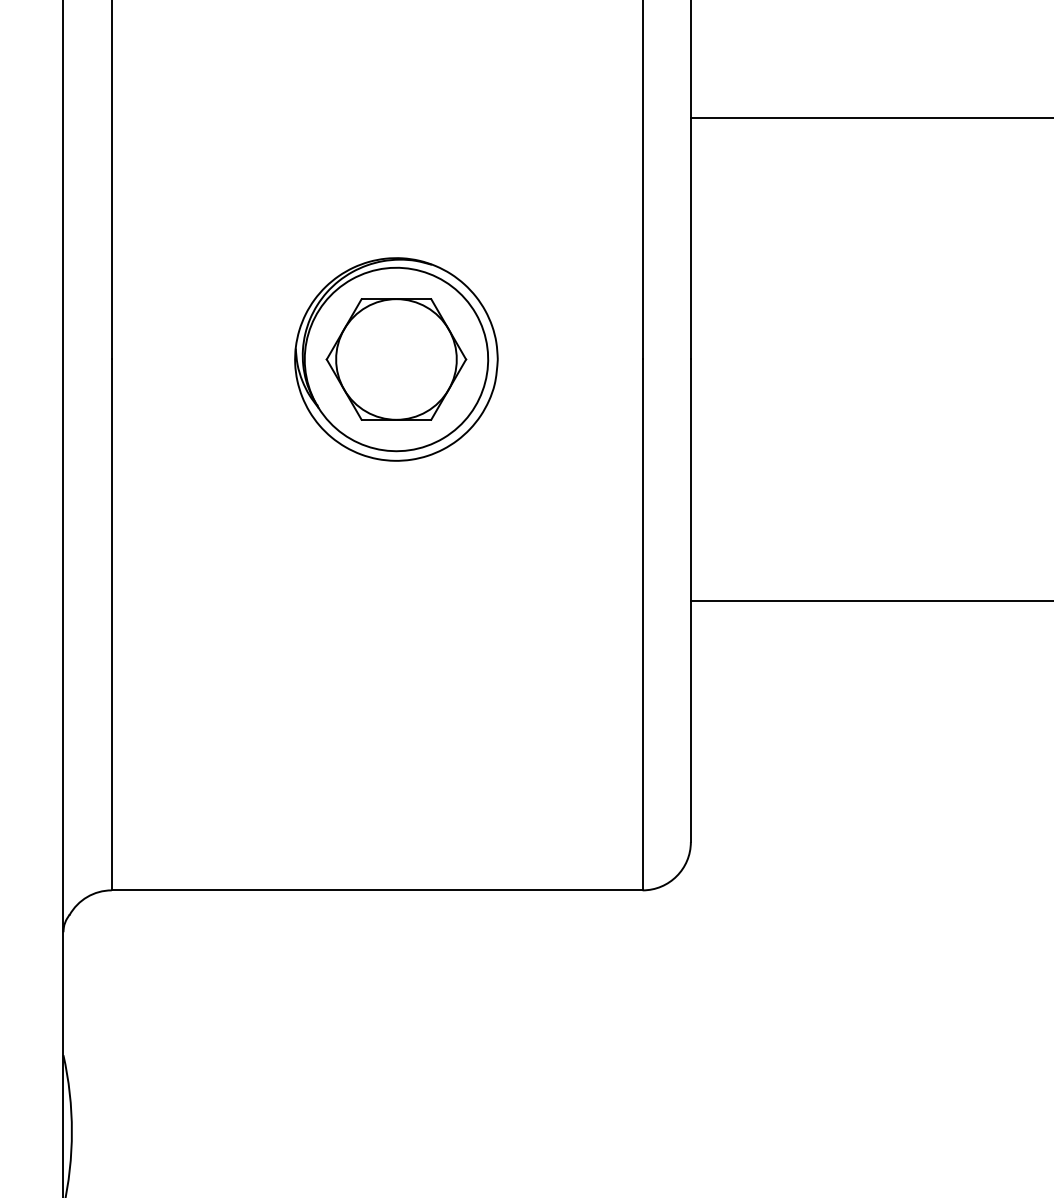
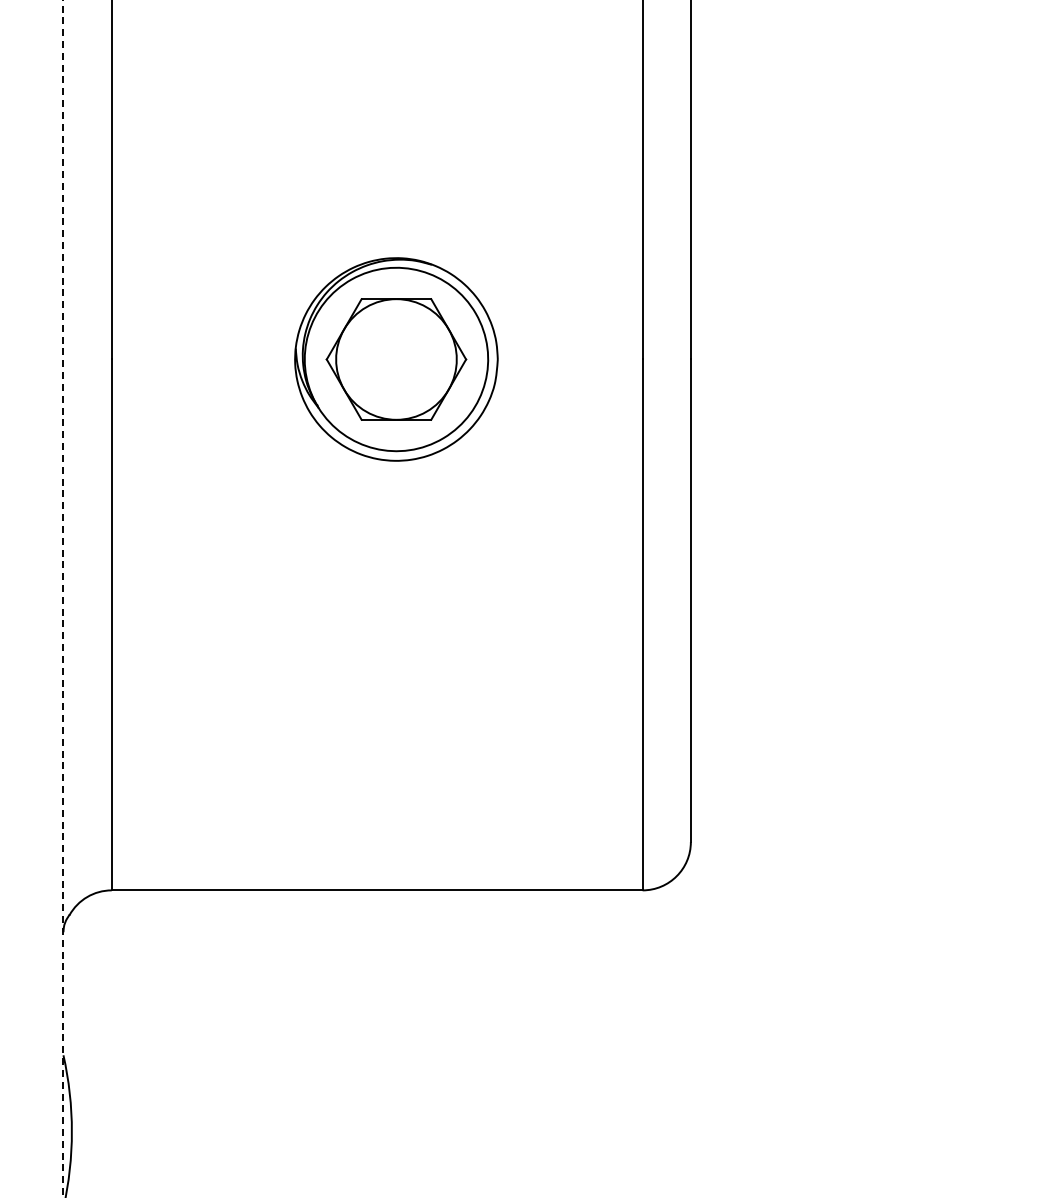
line at (870, 118): present -> none
line at (63, 598): solid -> dashed
line at (870, 600): present -> none
